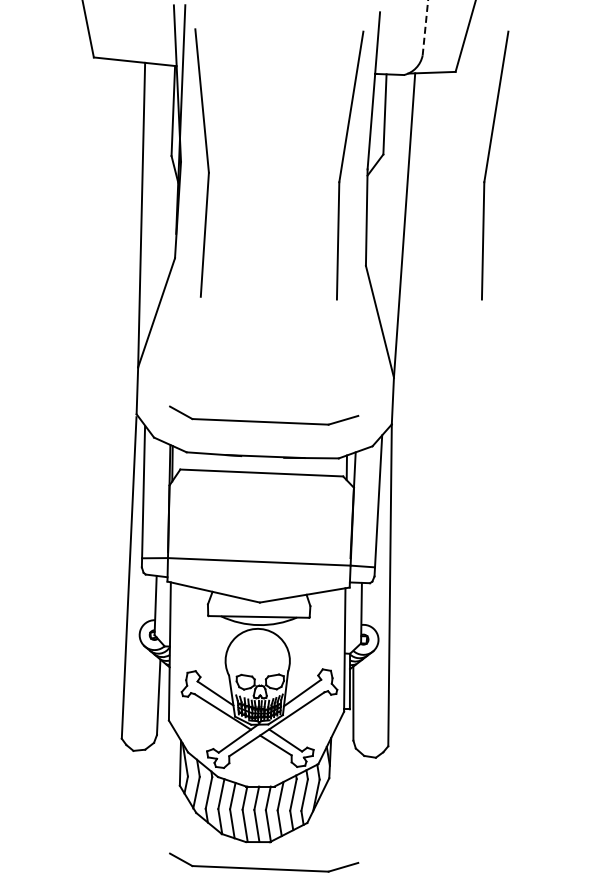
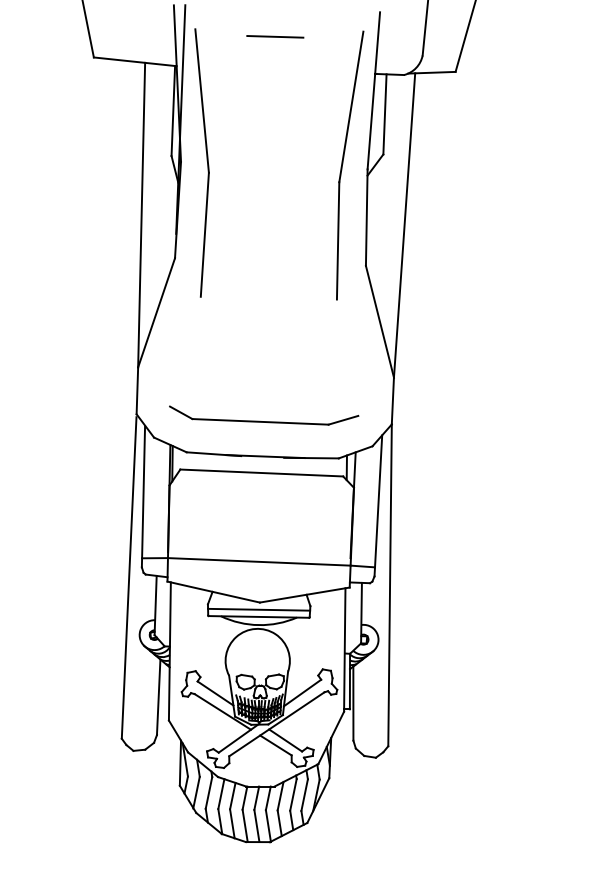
line at (425, 28): dashed -> solid
line at (275, 36): none -> present
part at (488, 164): present -> none
line at (259, 609): none -> present
part at (264, 862): present -> none
